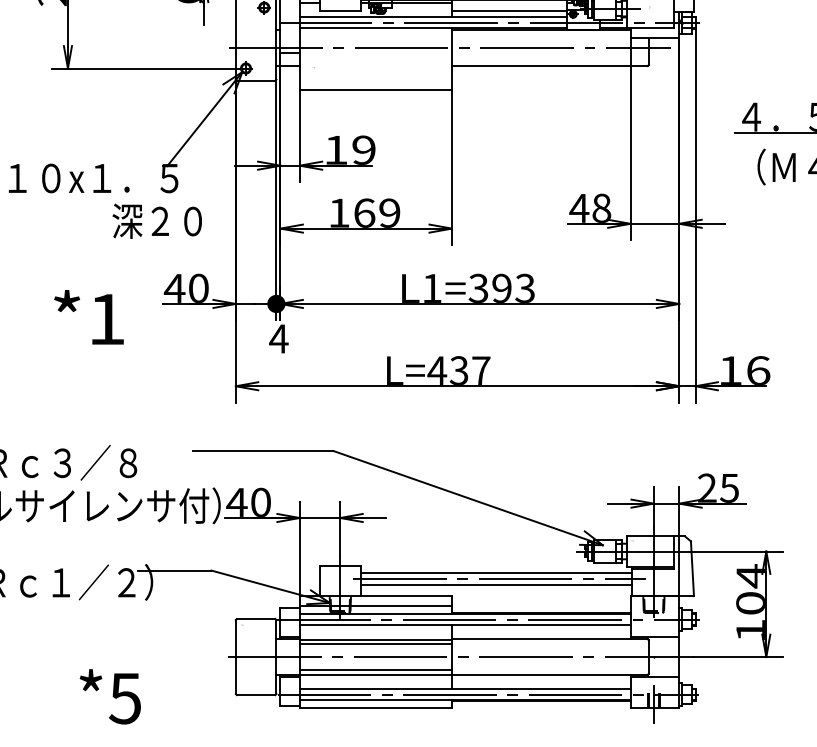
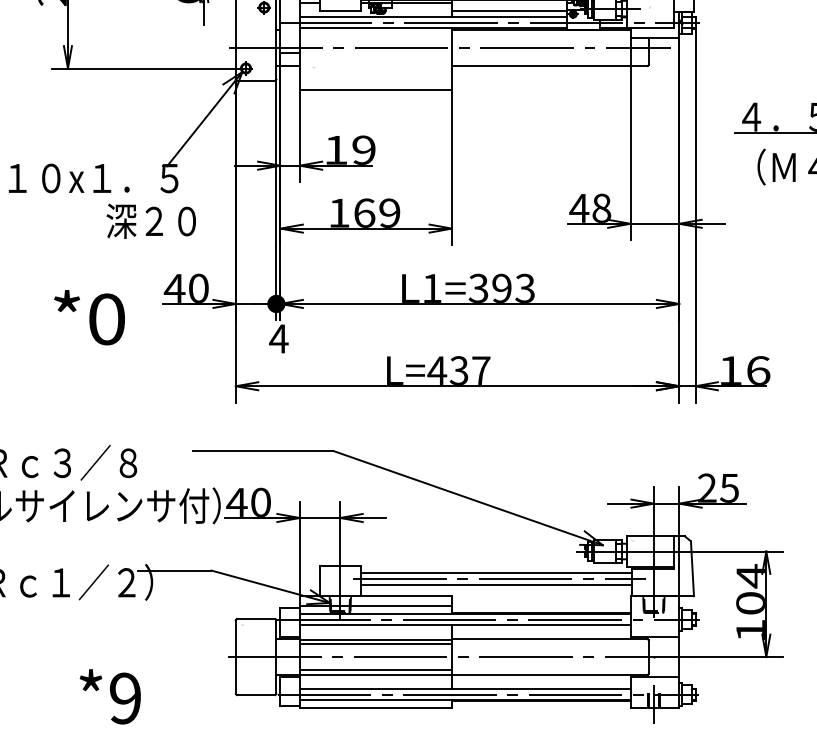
text at (156, 220) position: (156, 220) -> (150, 220)
text at (106, 319): *1 -> *0
text at (124, 698): *5 -> *9
